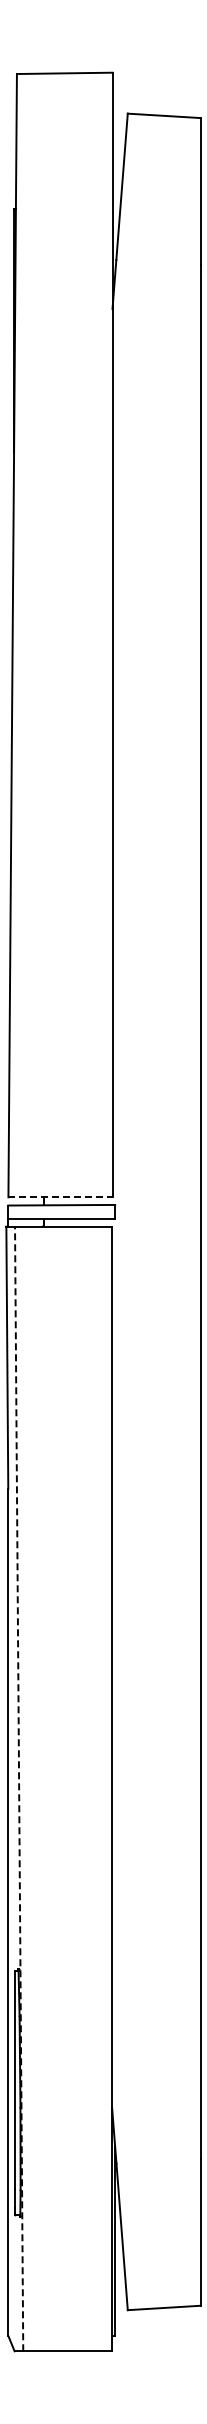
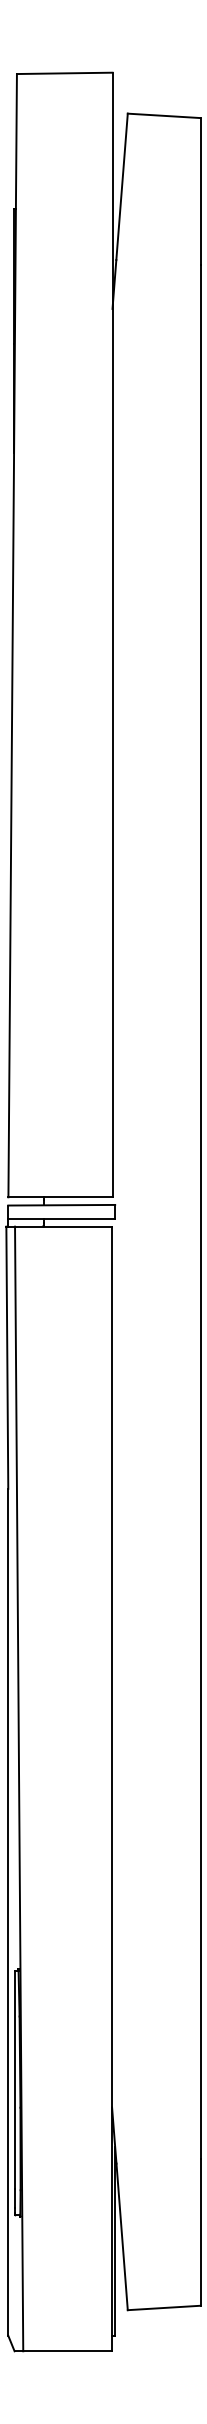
line at (60, 1197): dashed -> solid
line at (19, 1788): dashed -> solid
